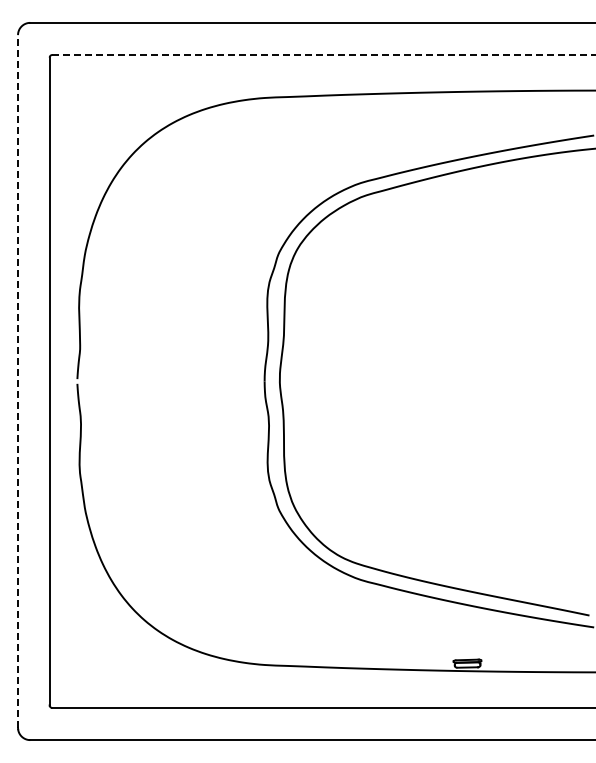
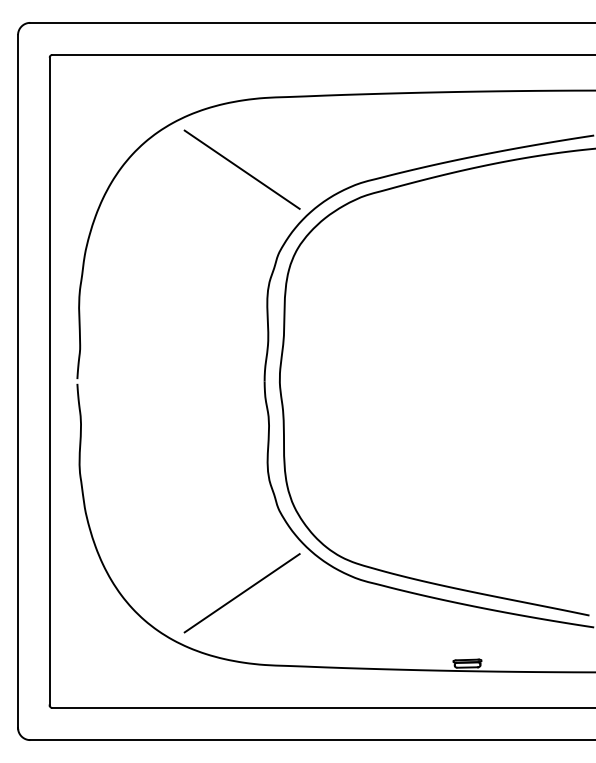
line at (324, 55): dashed -> solid
line at (241, 169): none -> present
line at (18, 381): dashed -> solid
line at (241, 593): none -> present
